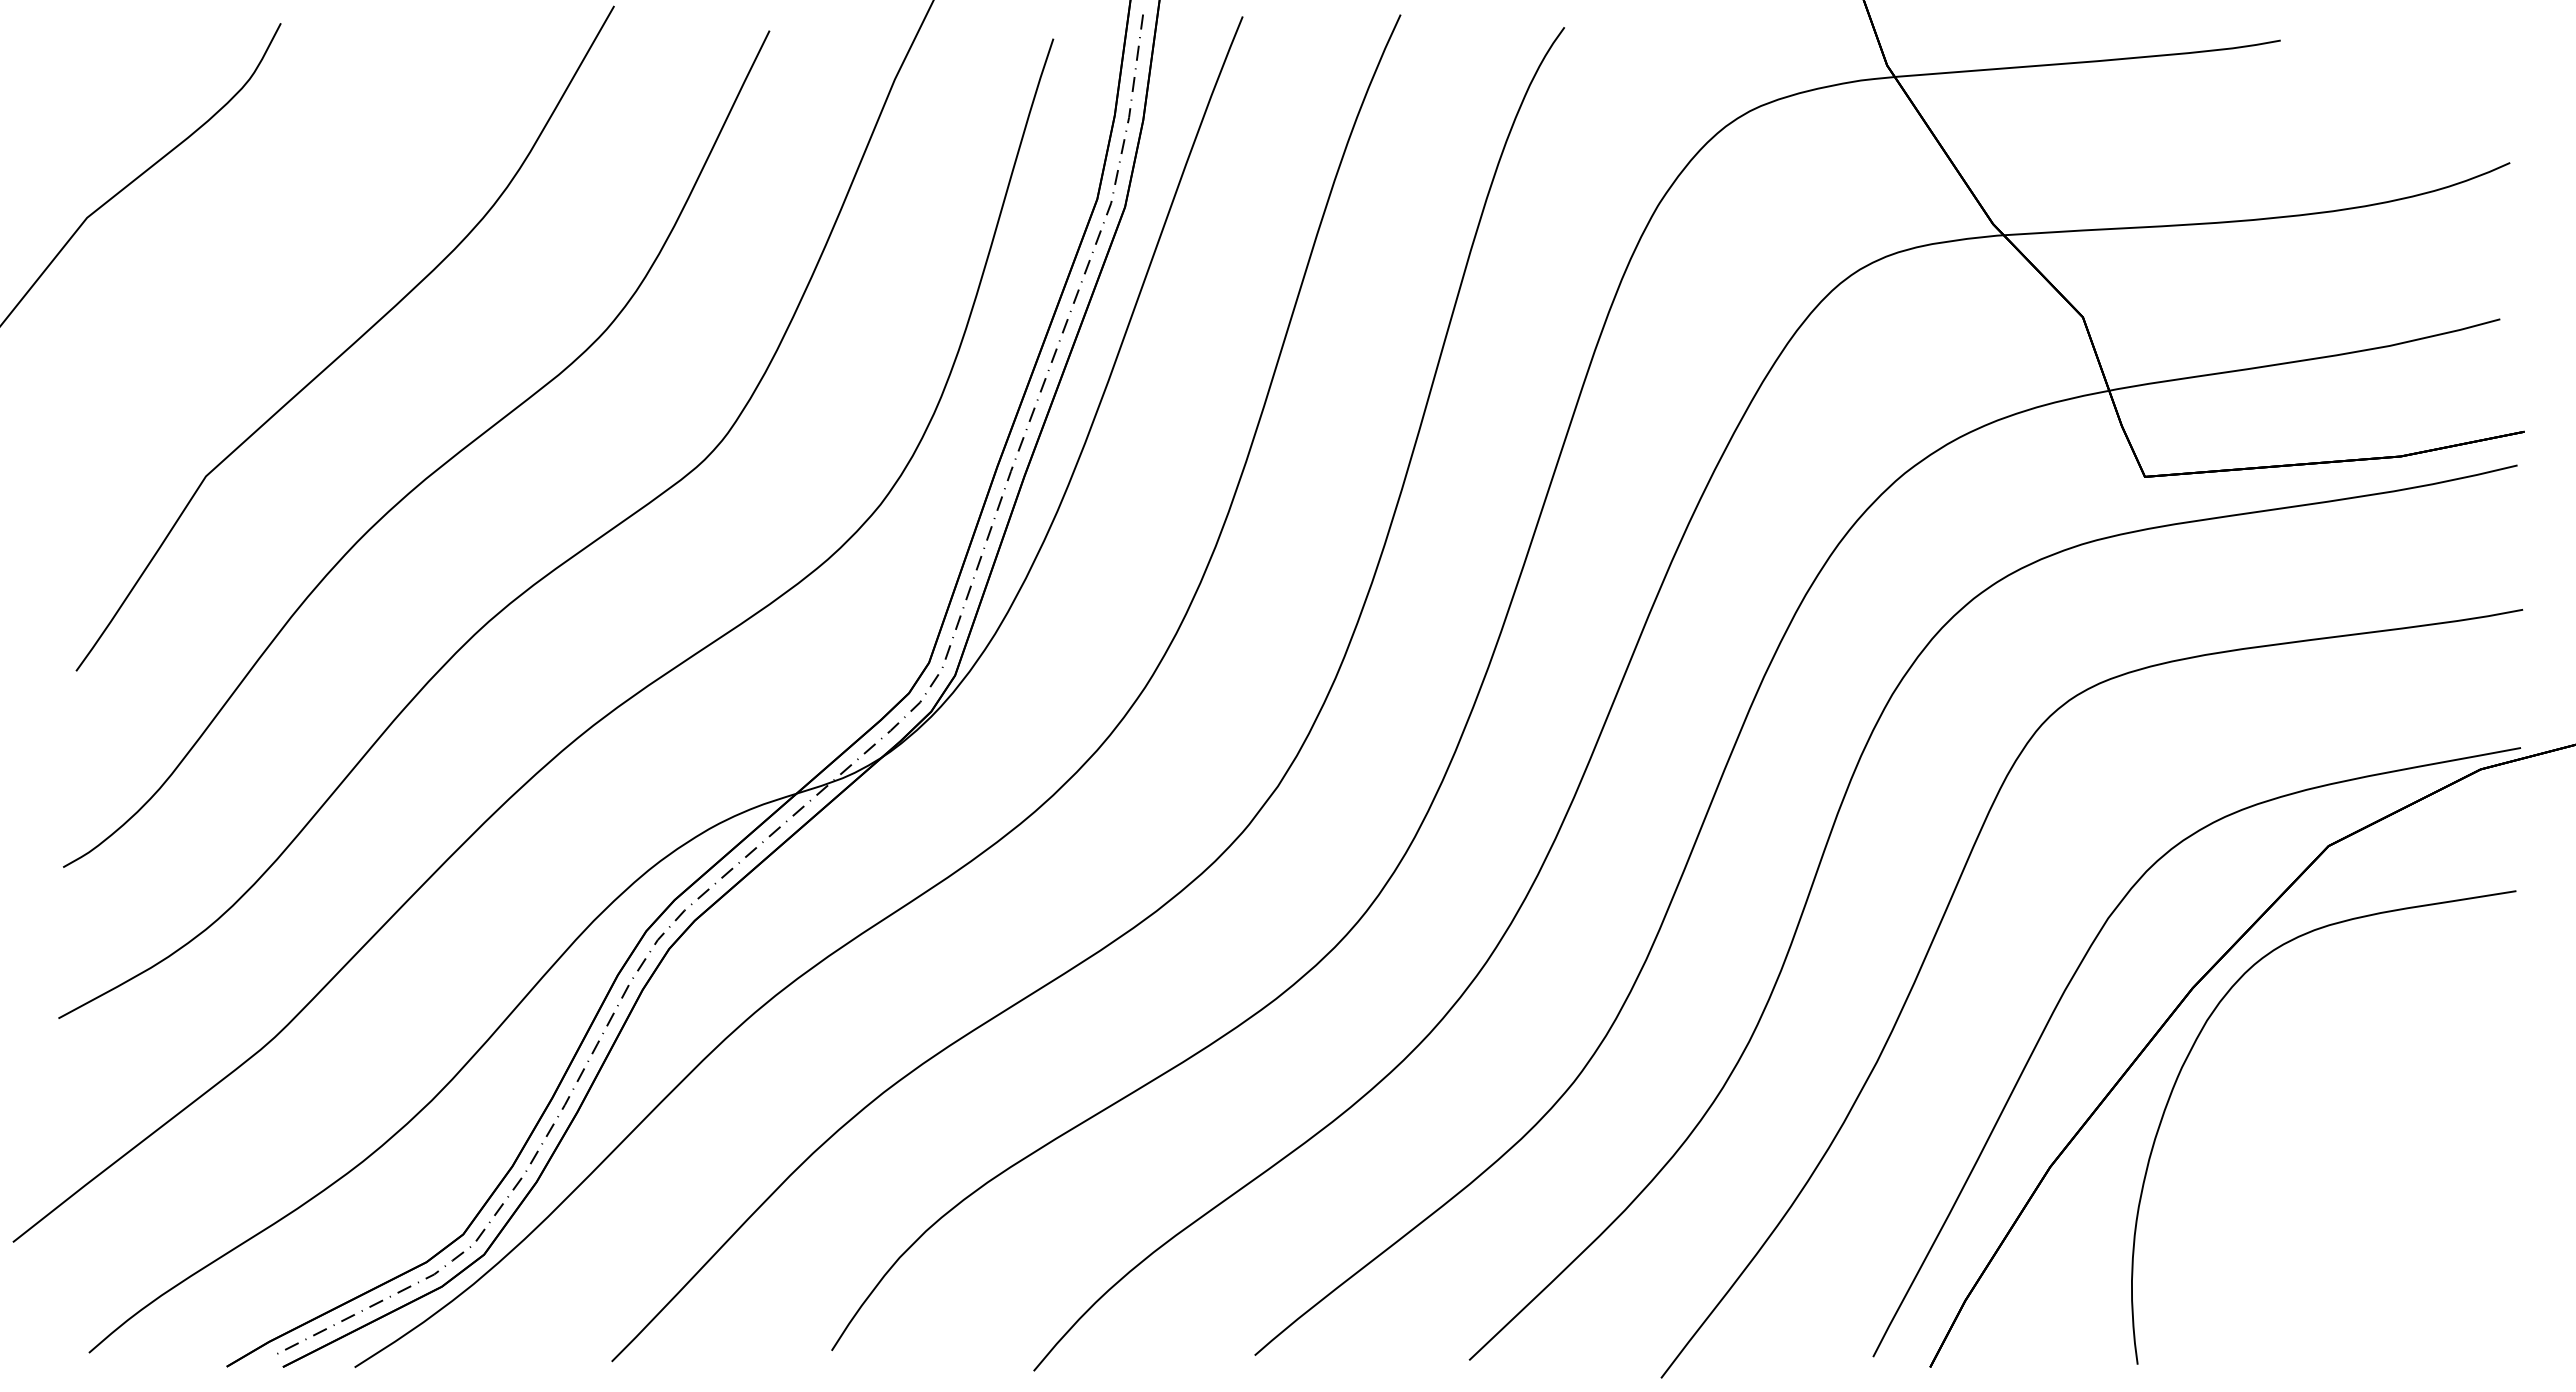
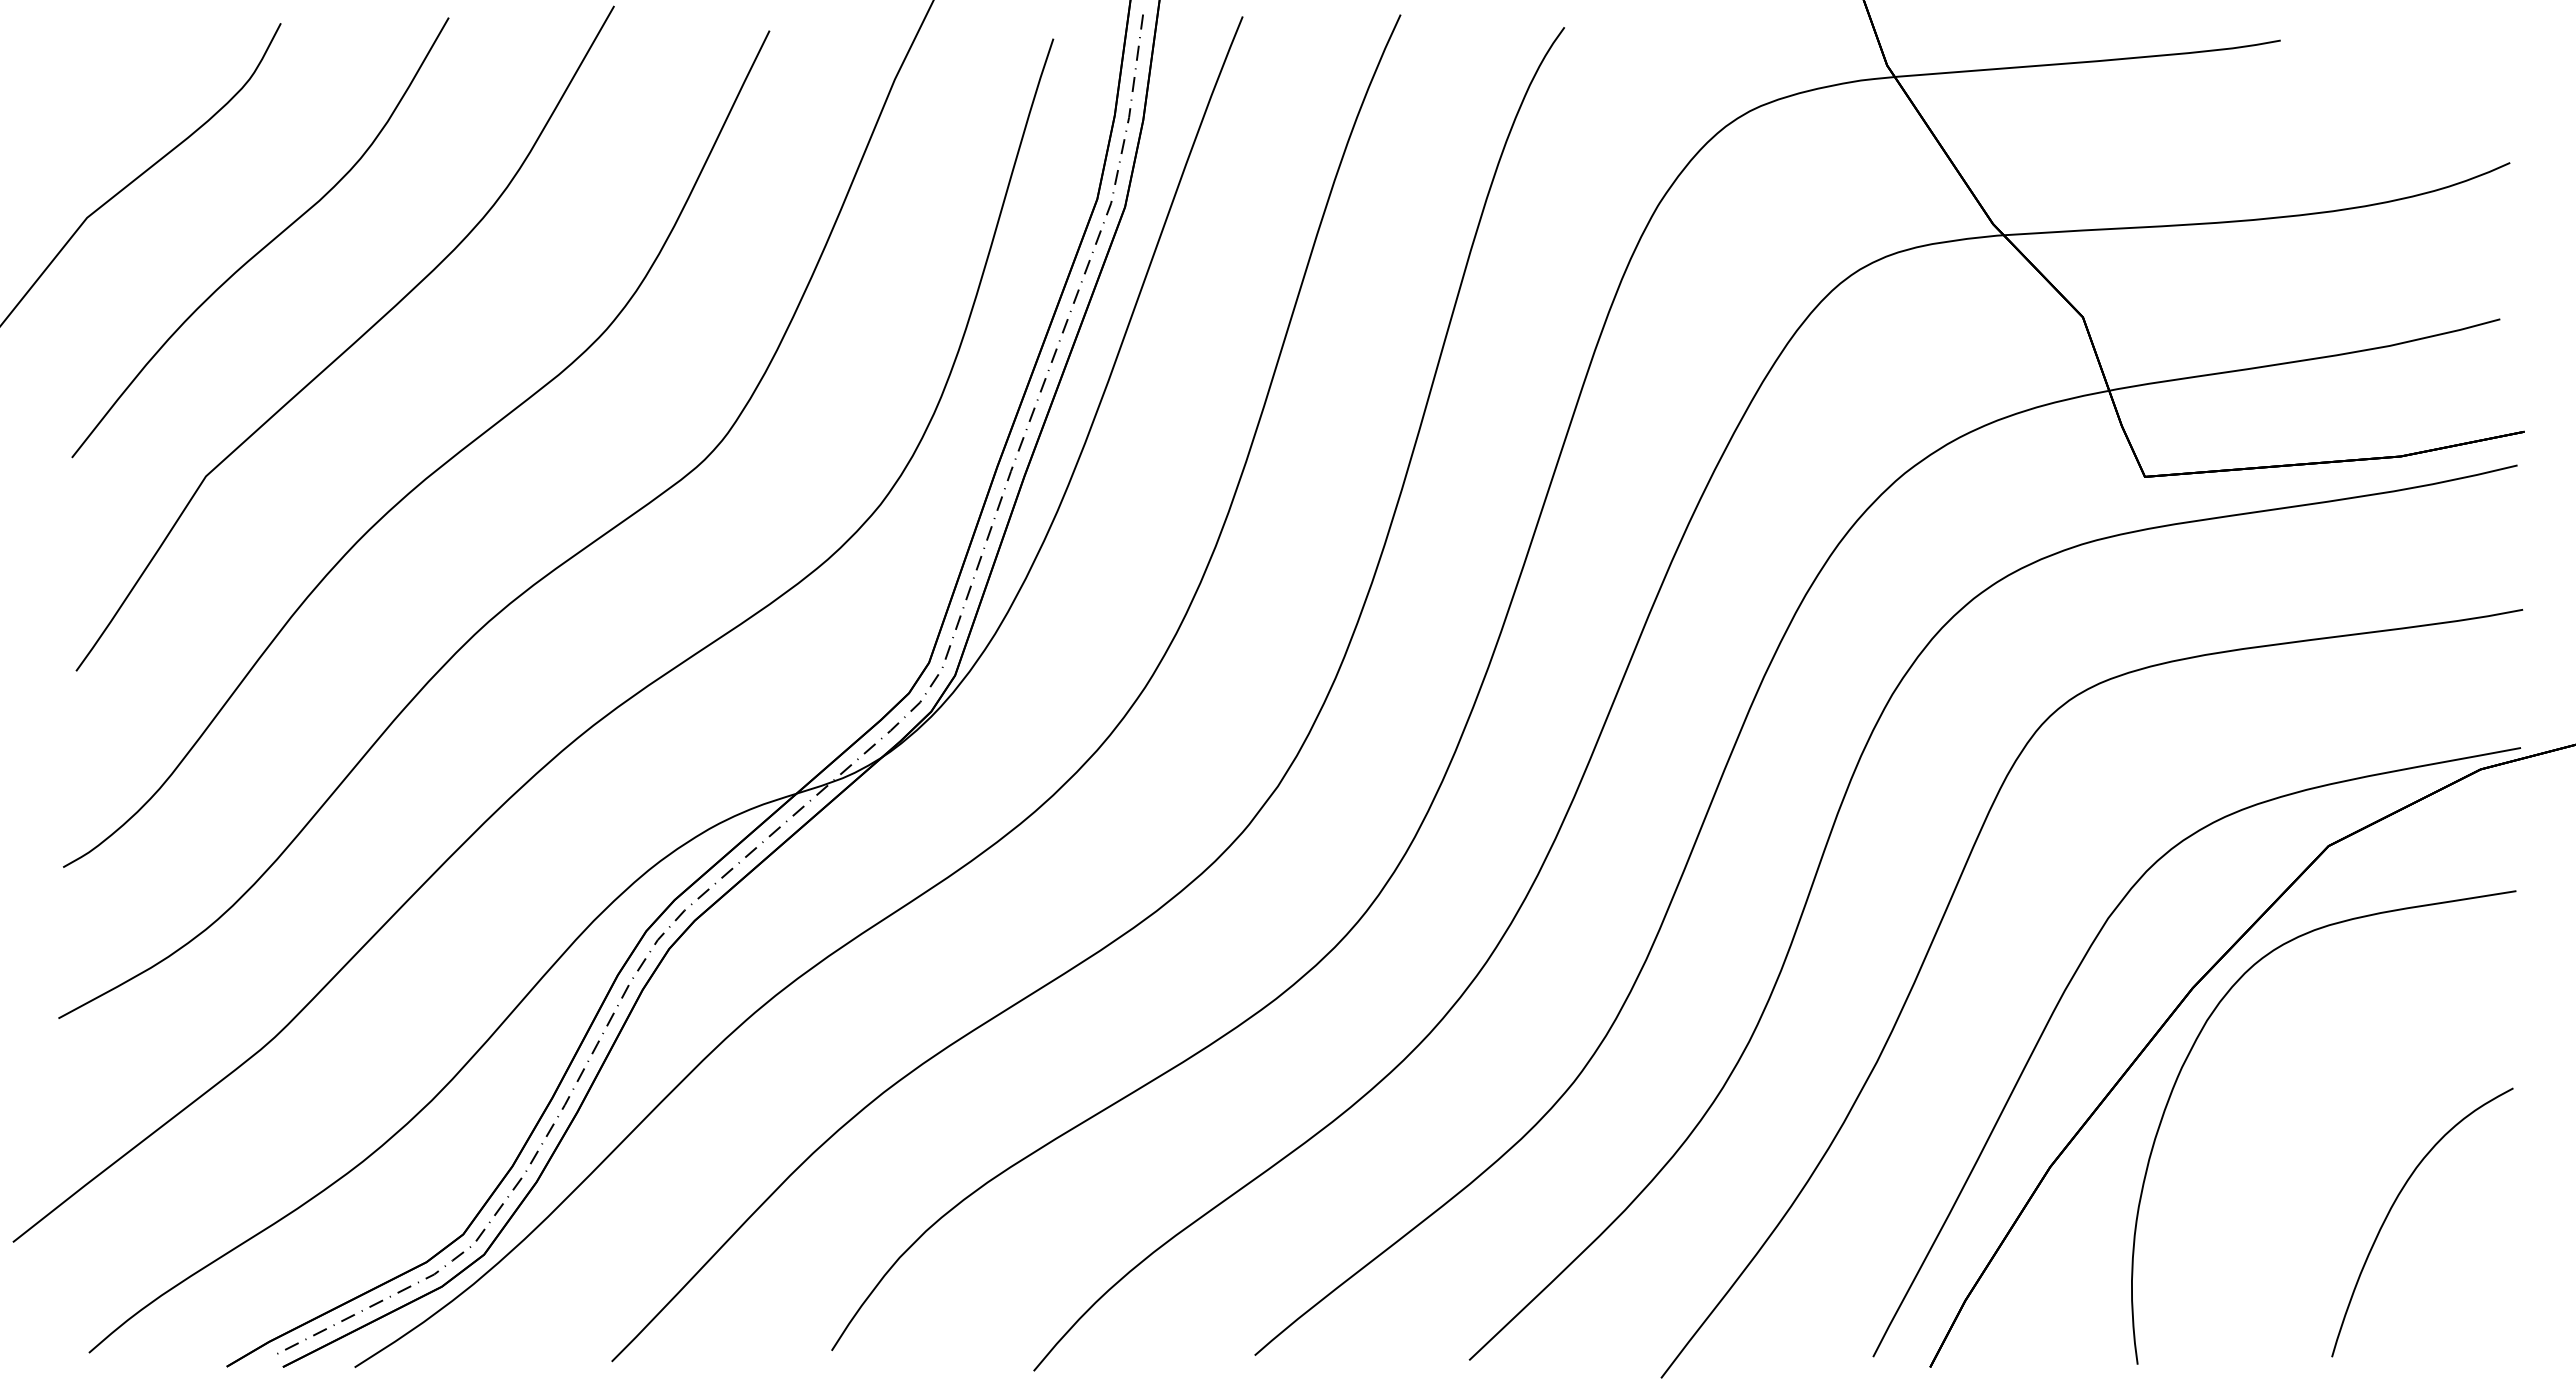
curve at (267, 243): none -> present
curve at (2393, 1206): none -> present
